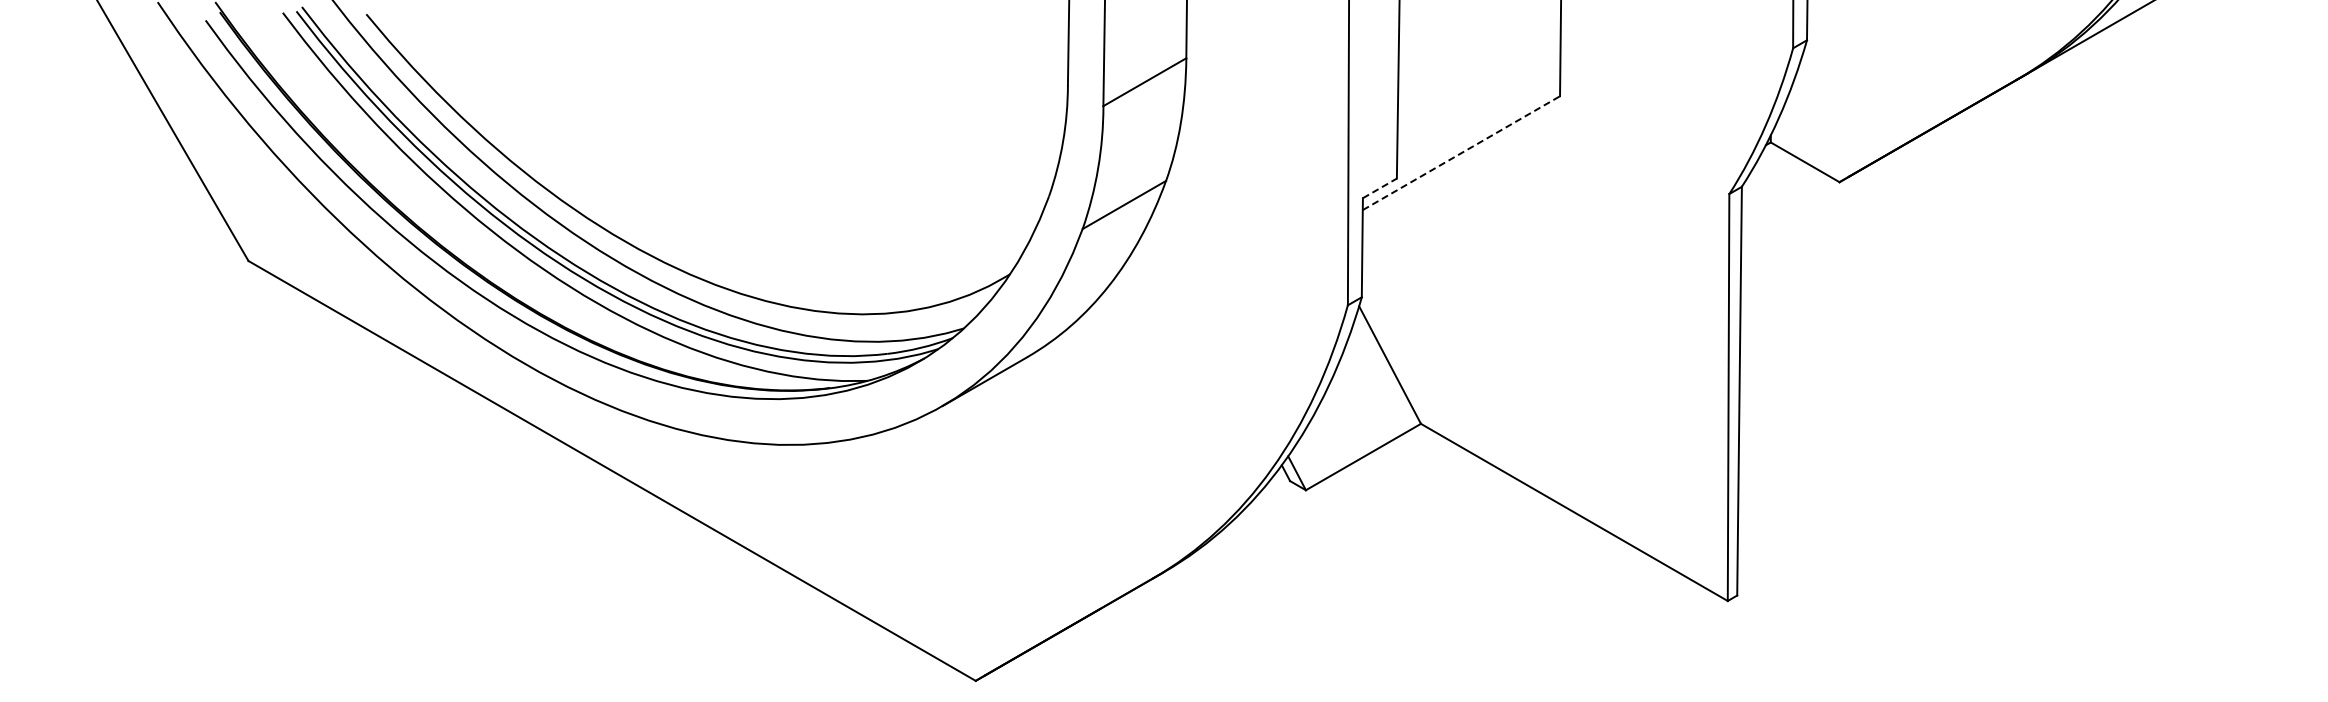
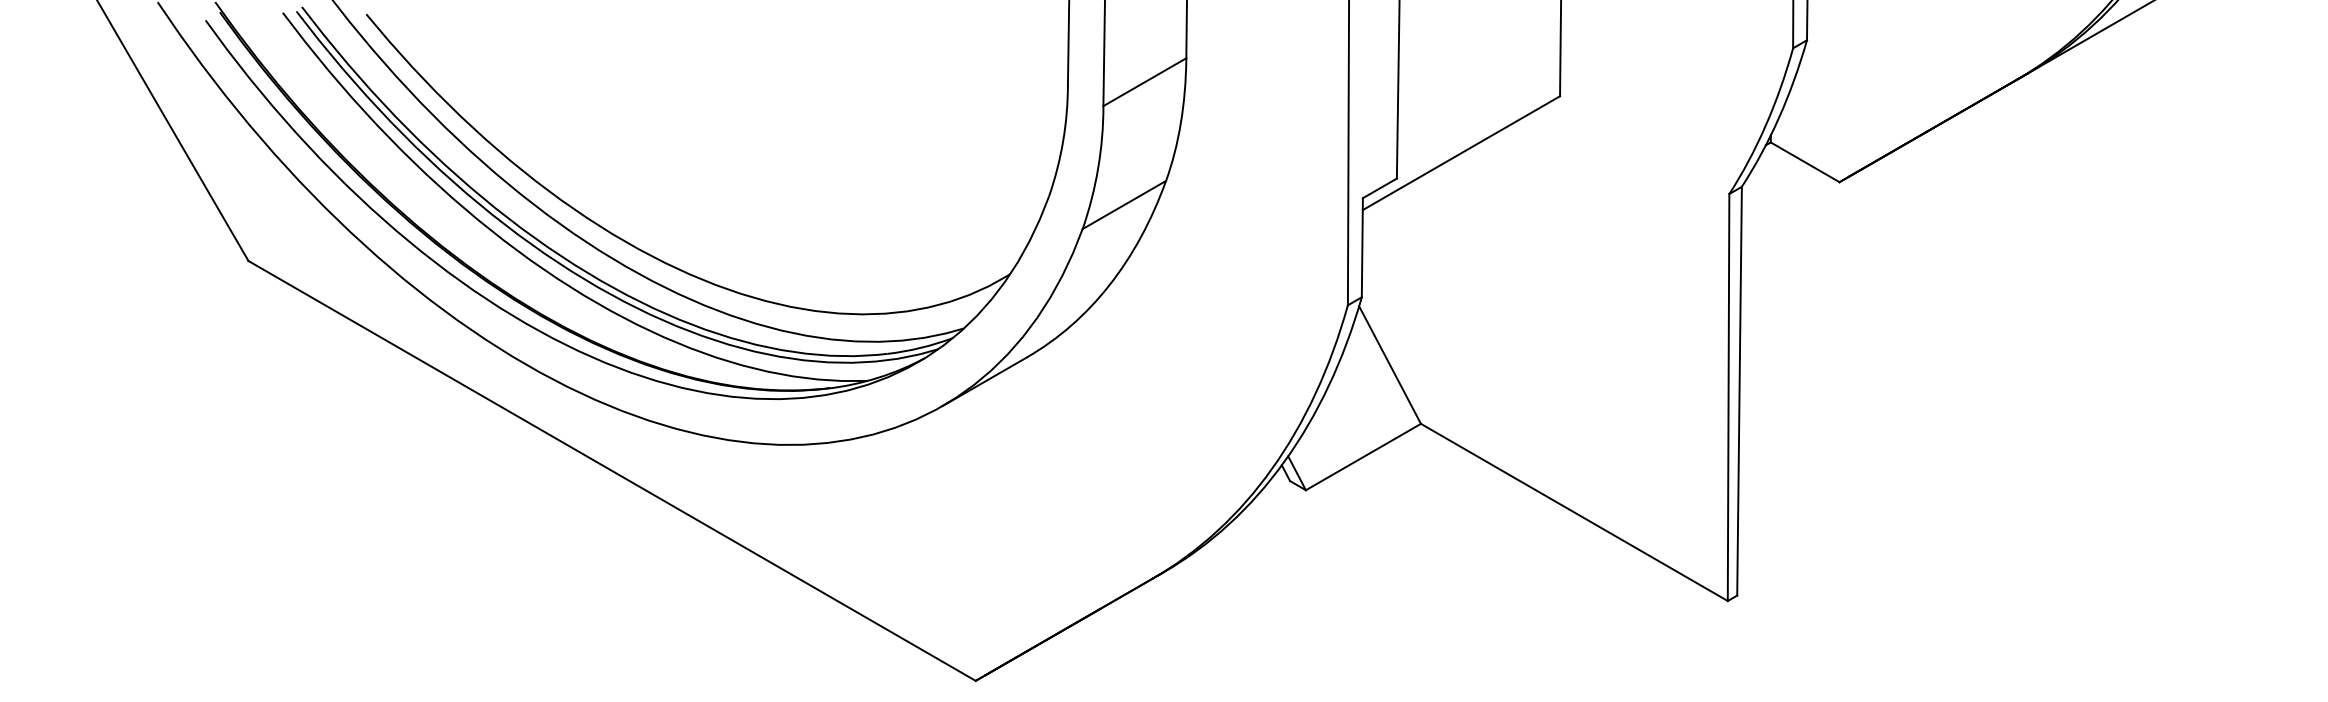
line at (1461, 153): dashed -> solid
line at (1379, 188): dashed -> solid
